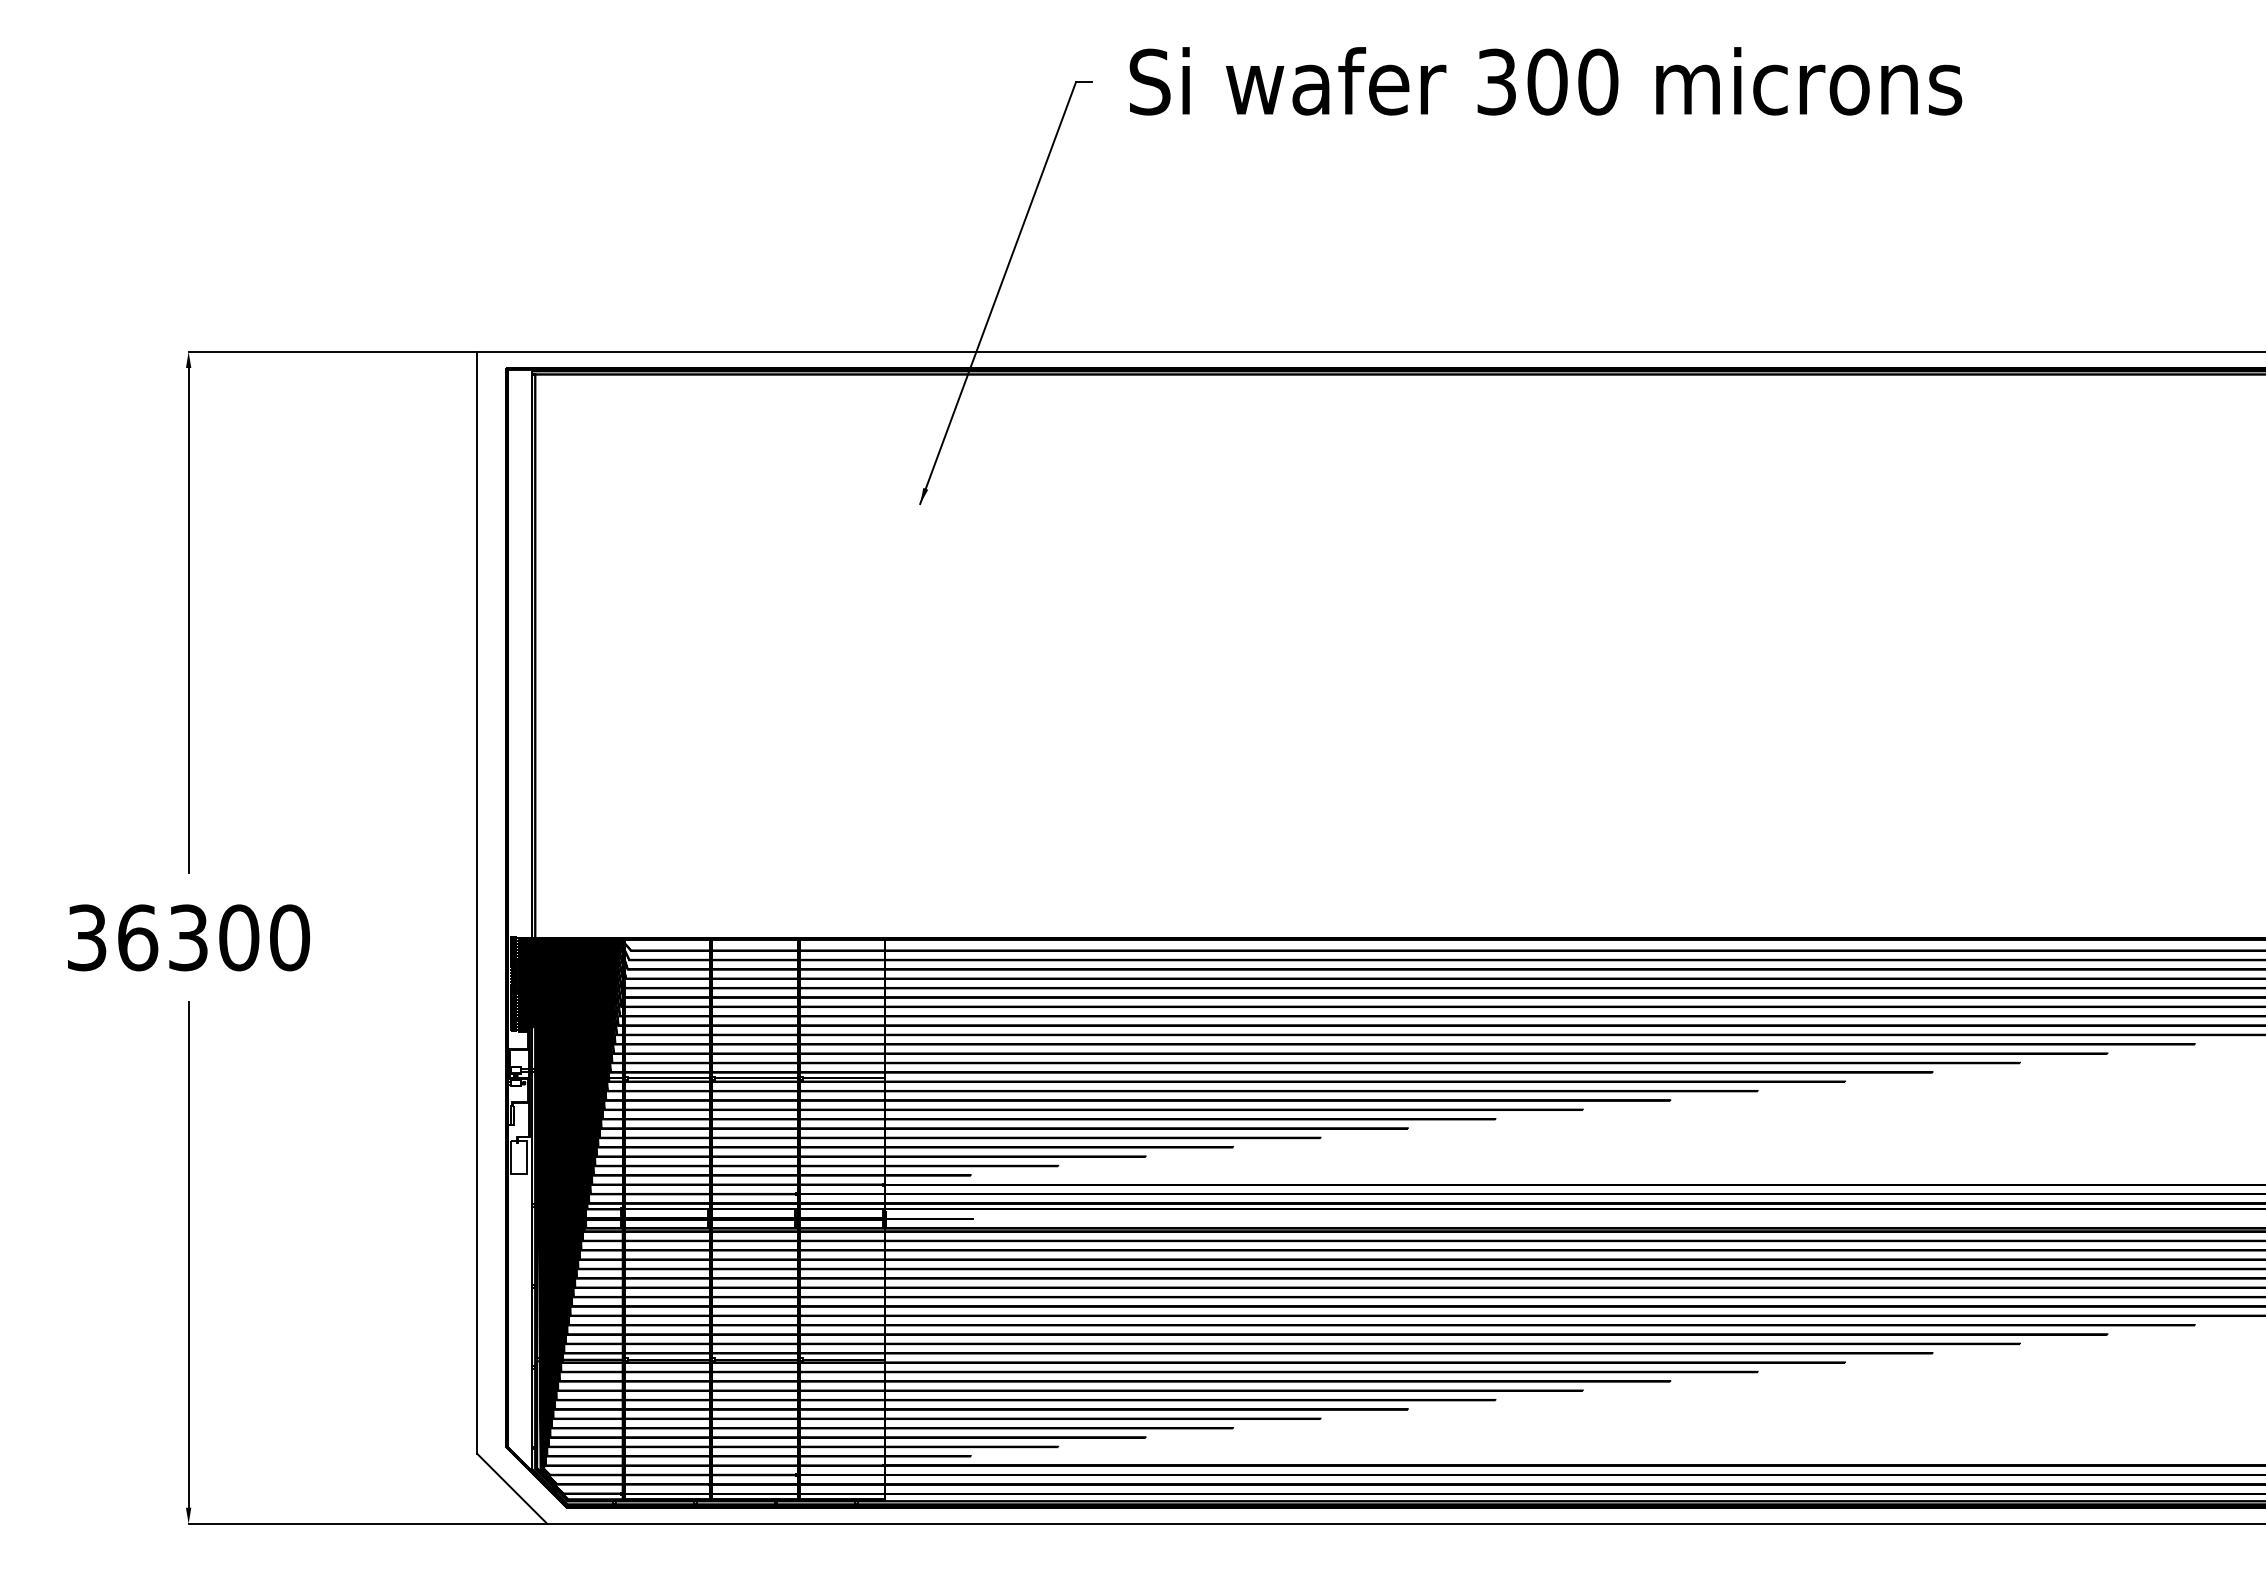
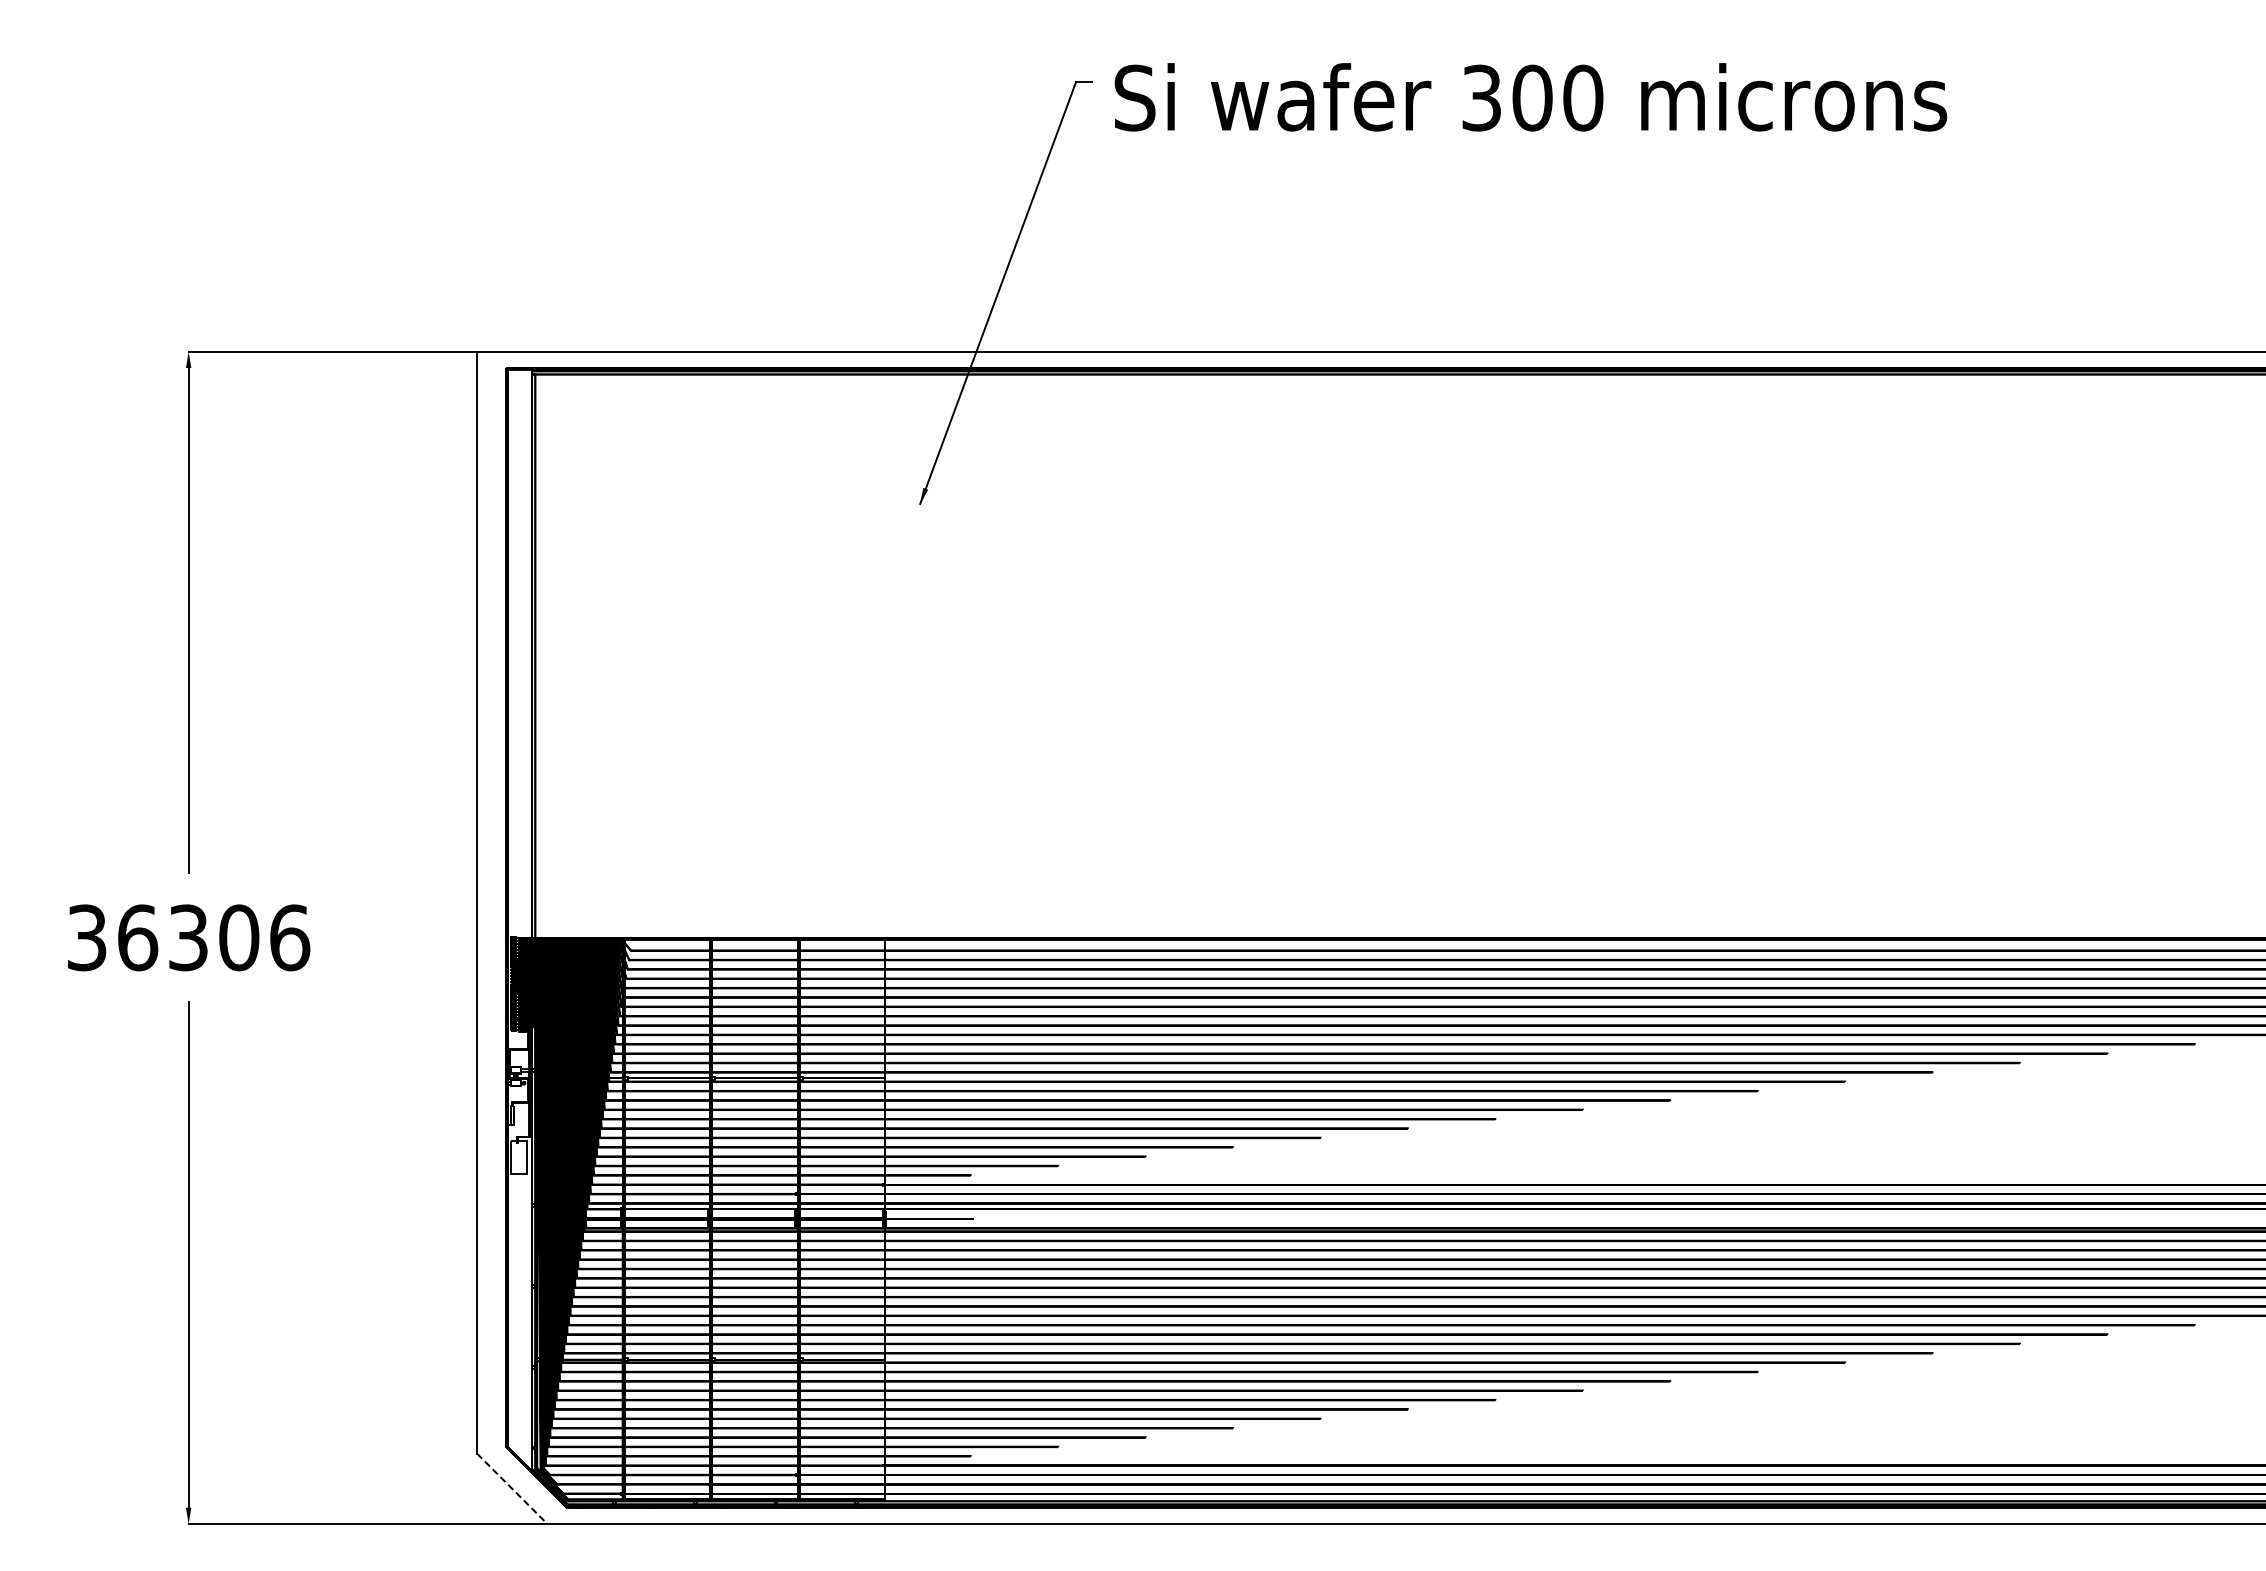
text at (1545, 81) position: (1545, 81) -> (1530, 97)
text at (290, 937): 36300 -> 36306
line at (512, 1488): solid -> dashed
